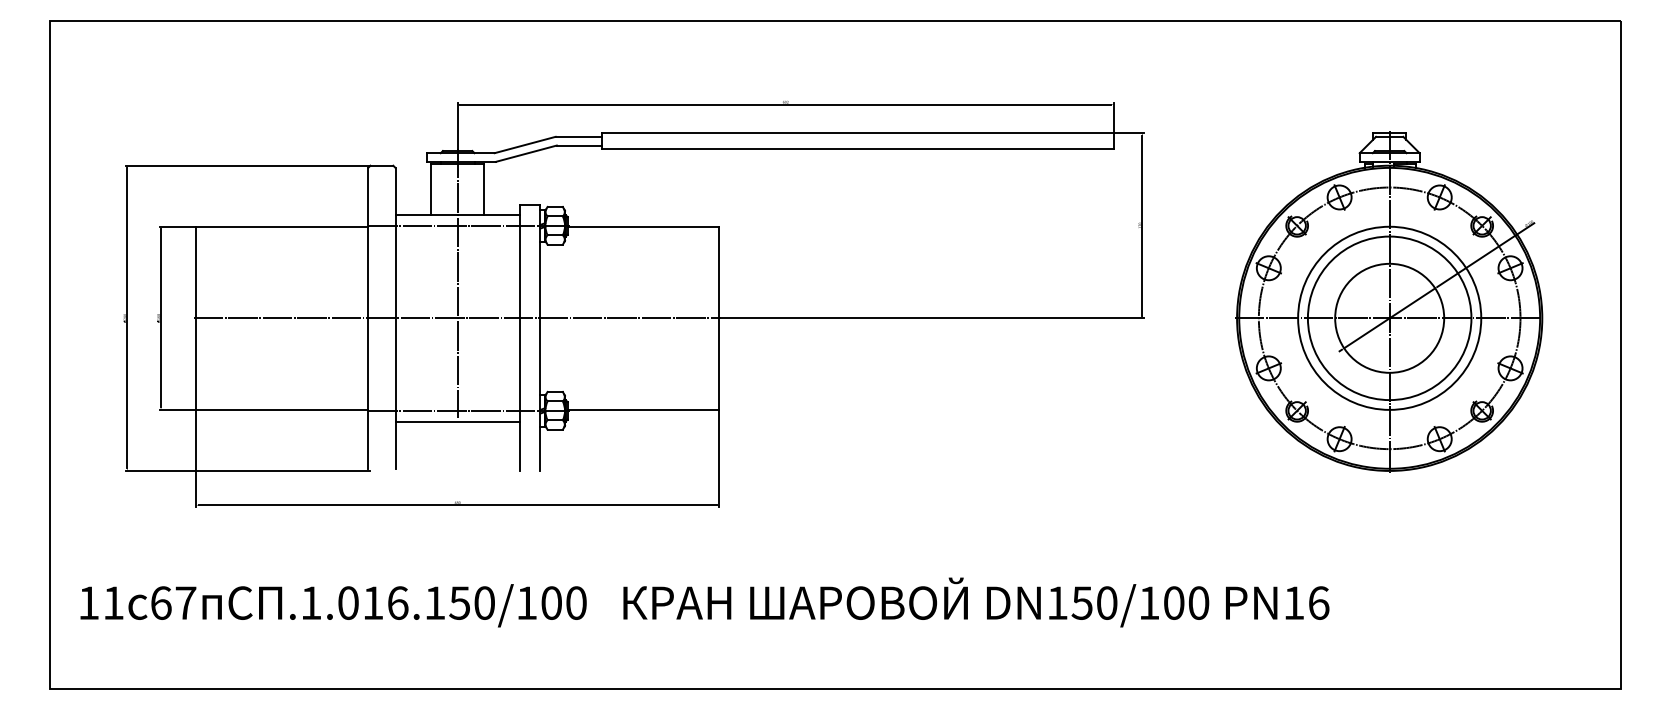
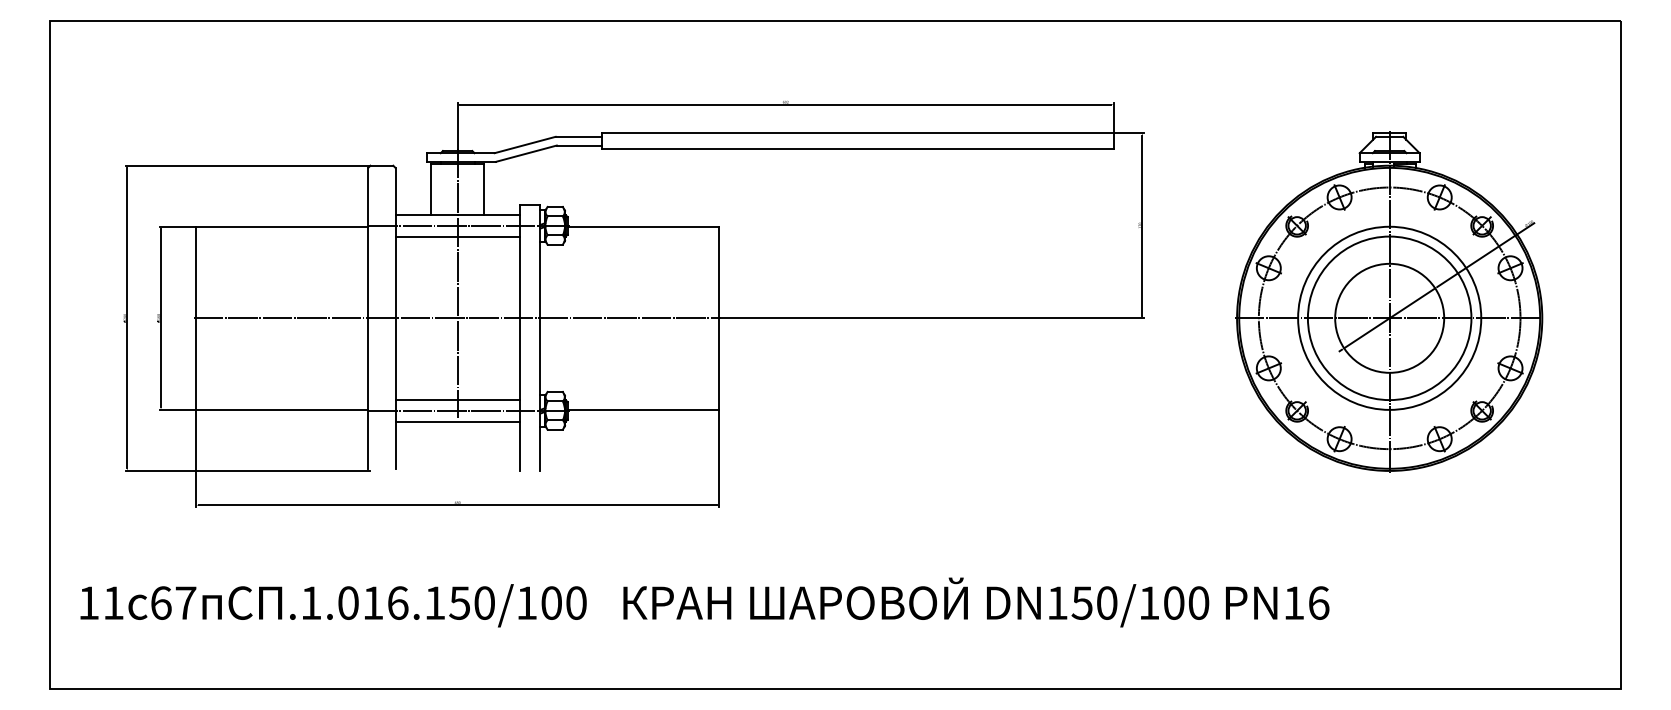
line at (457, 236): none -> present
line at (457, 399): none -> present
